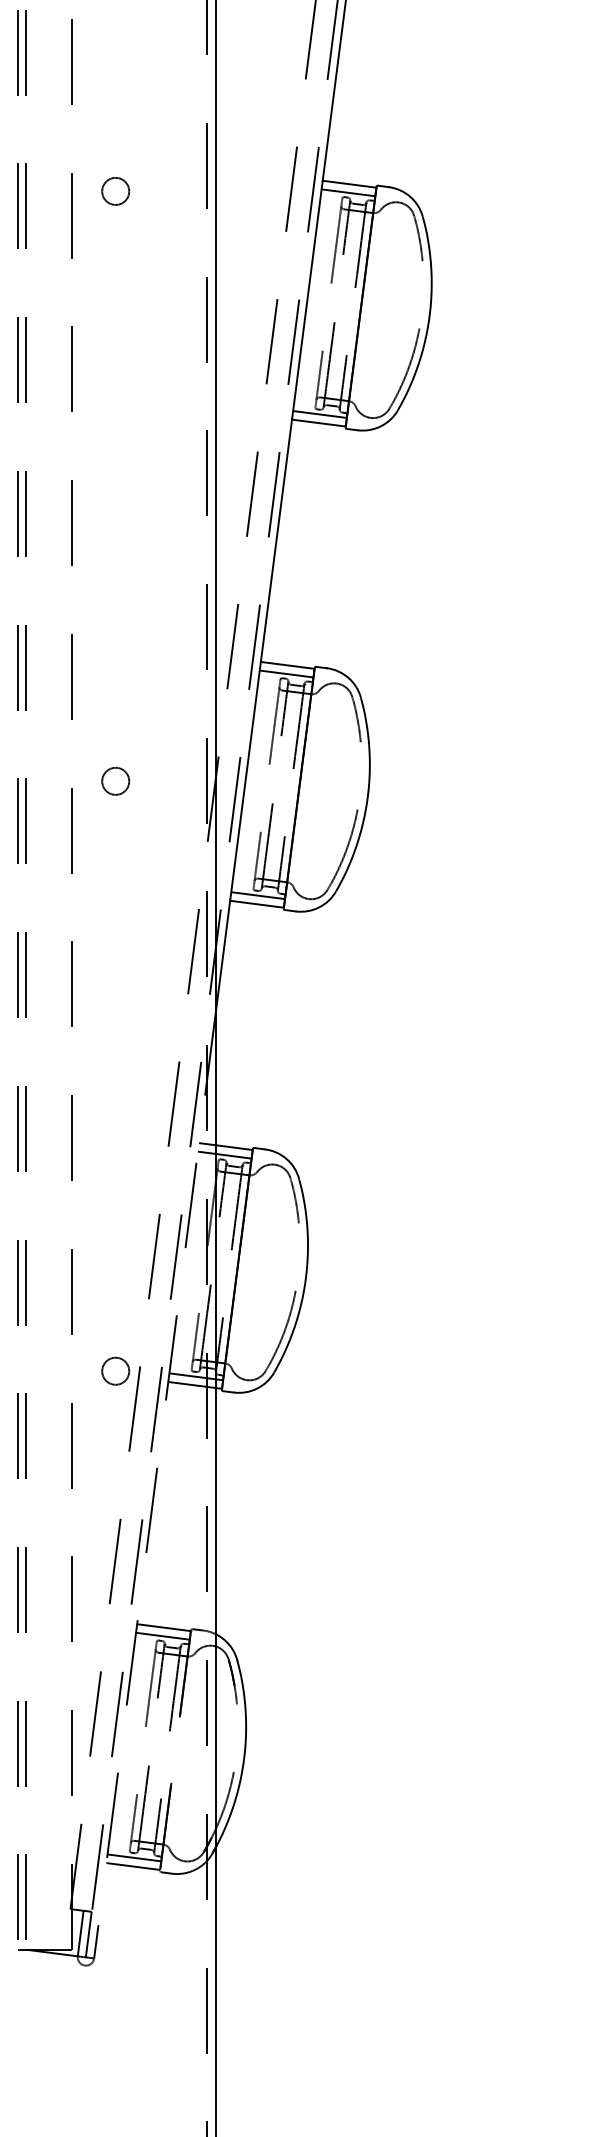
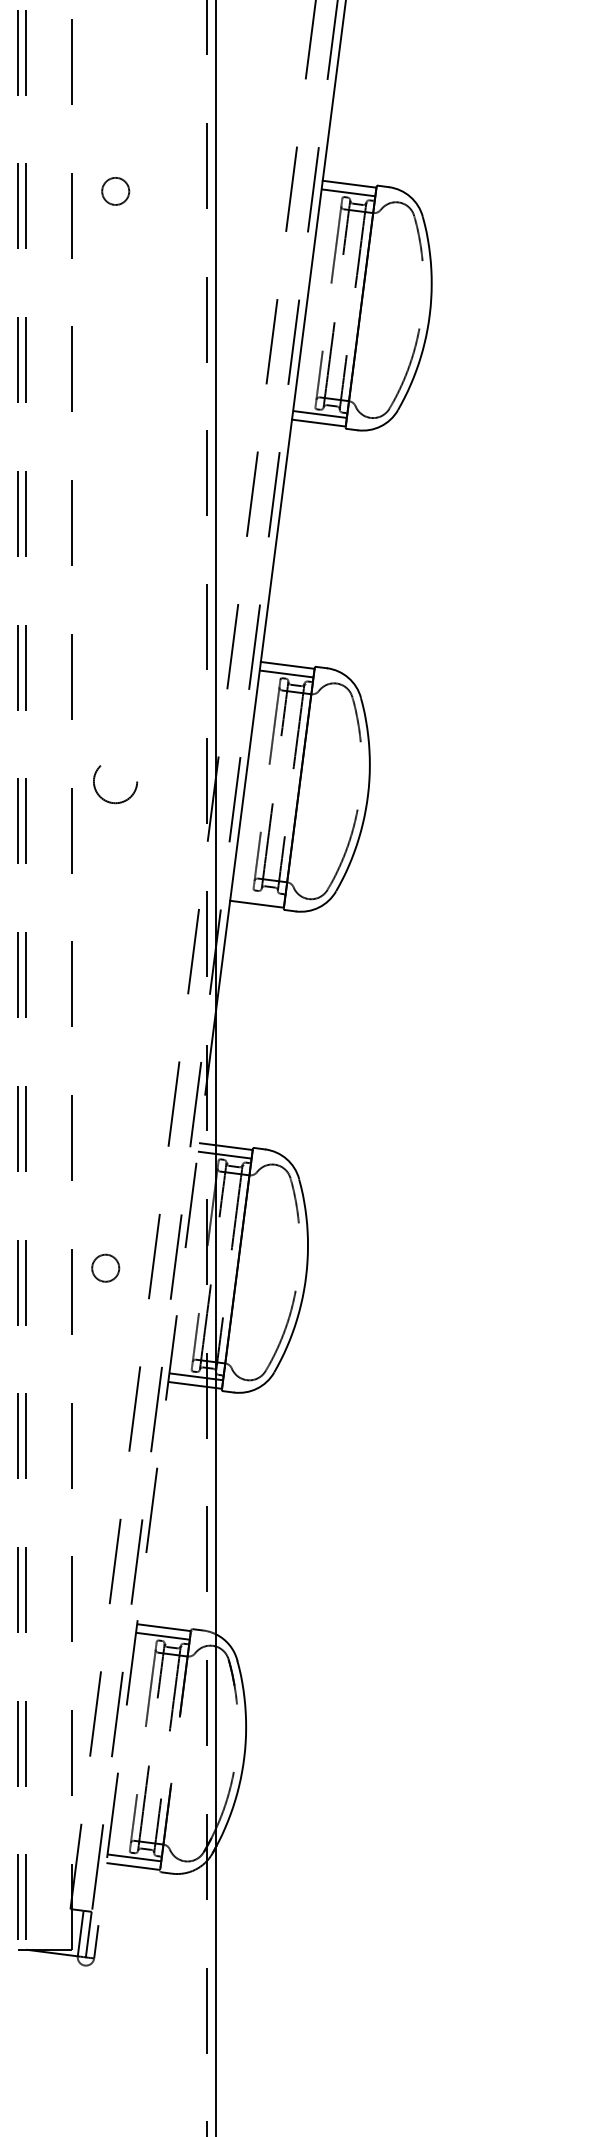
circle at (115, 780) size: 30x30 px -> 46x40 px
line at (258, 895): present -> none
circle at (115, 1370) position: (115, 1370) -> (105, 1267)
